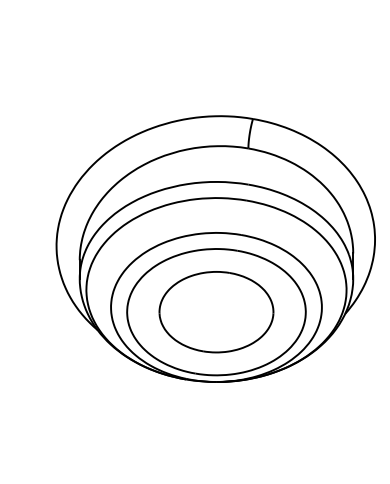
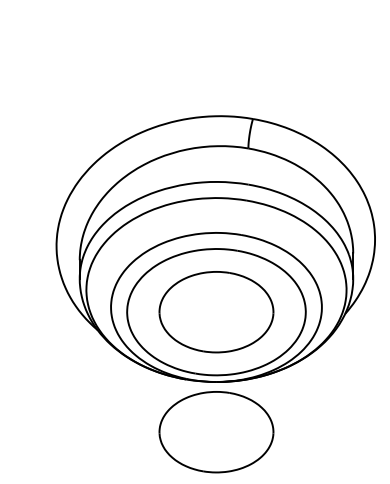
part at (216, 432): none -> present
